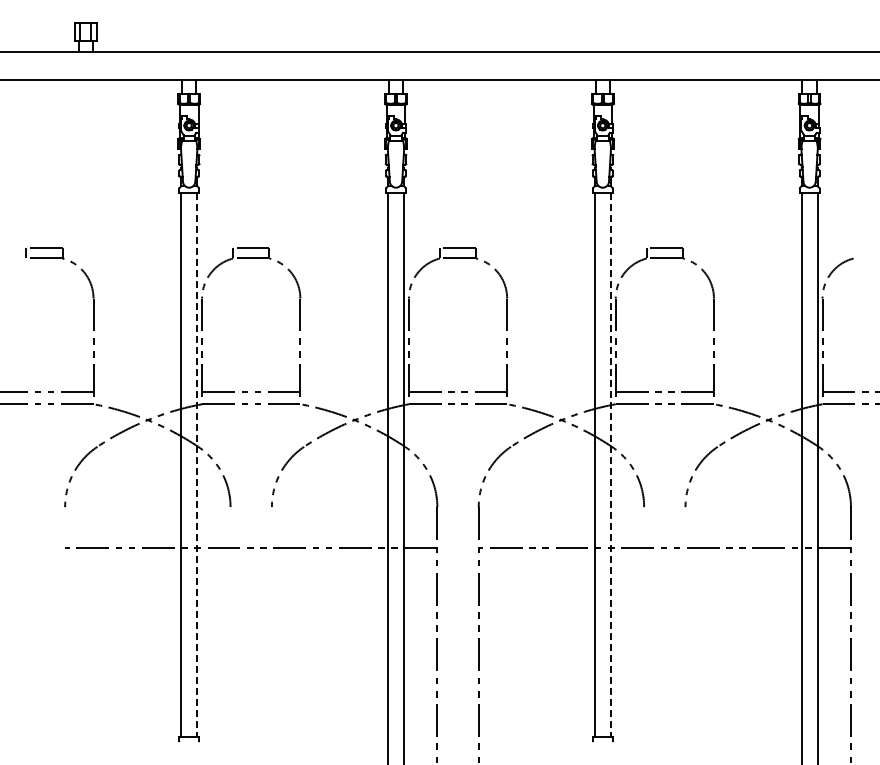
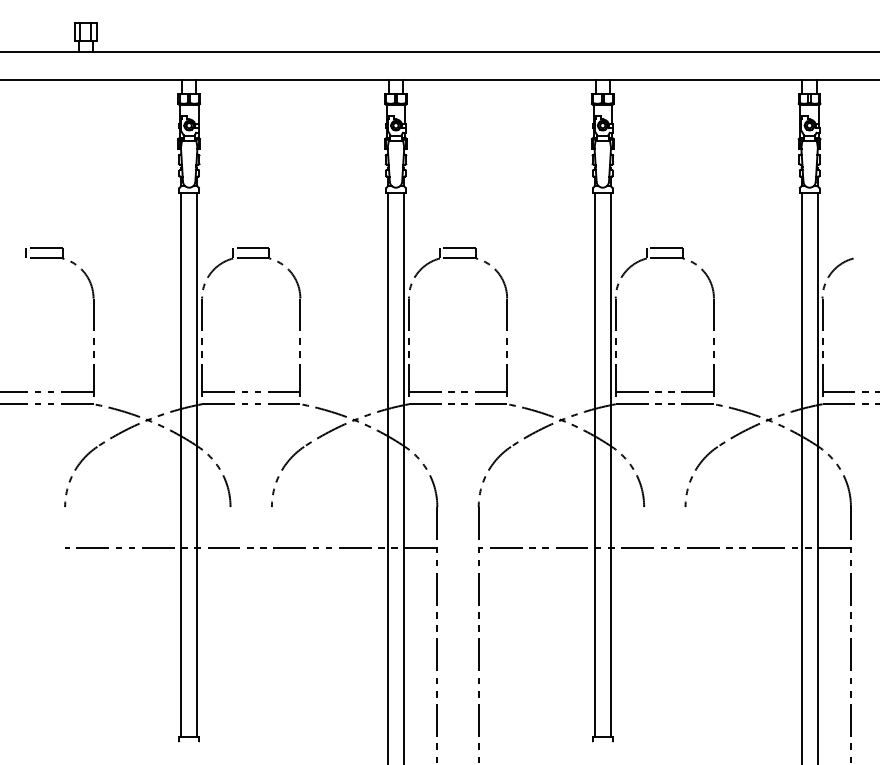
line at (197, 464): dashed -> solid
line at (610, 464): dashed -> solid
